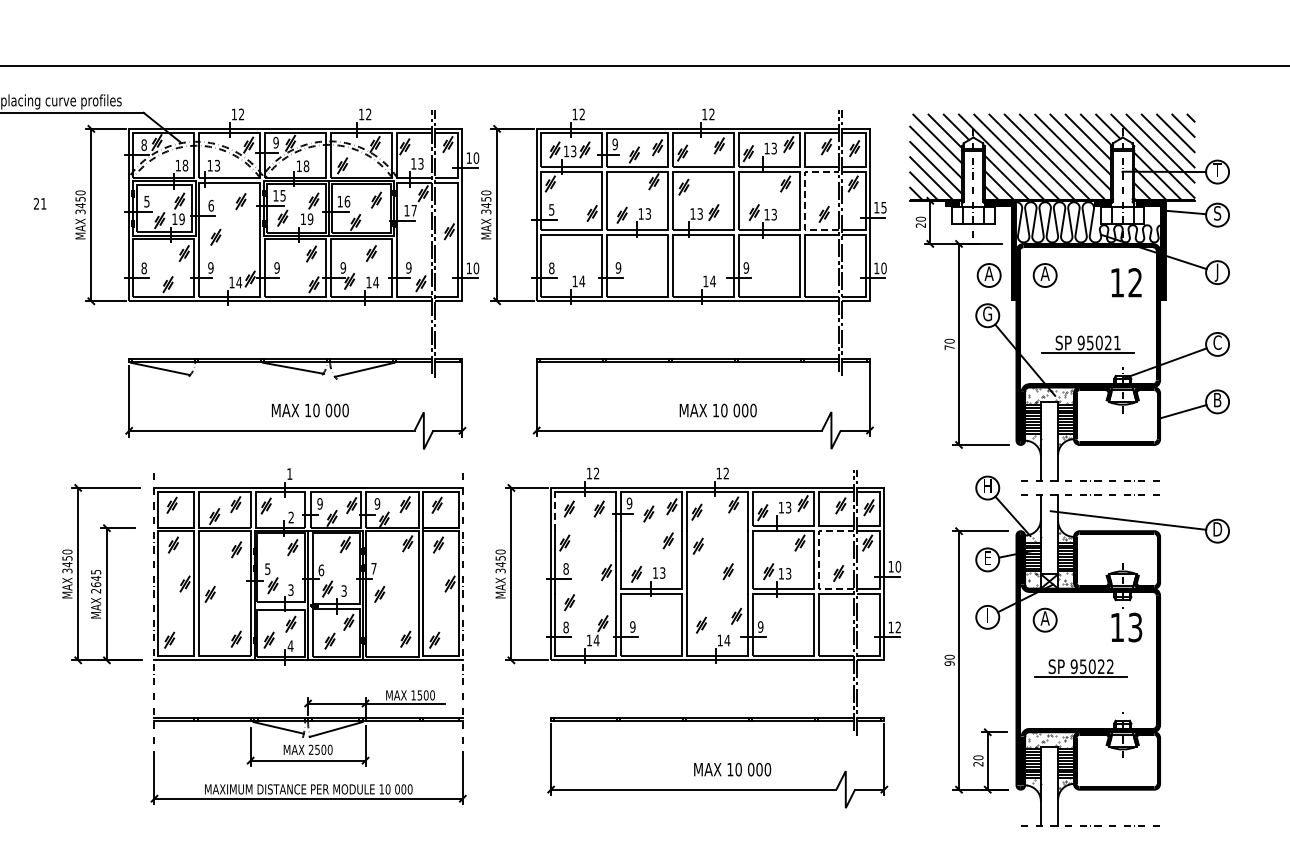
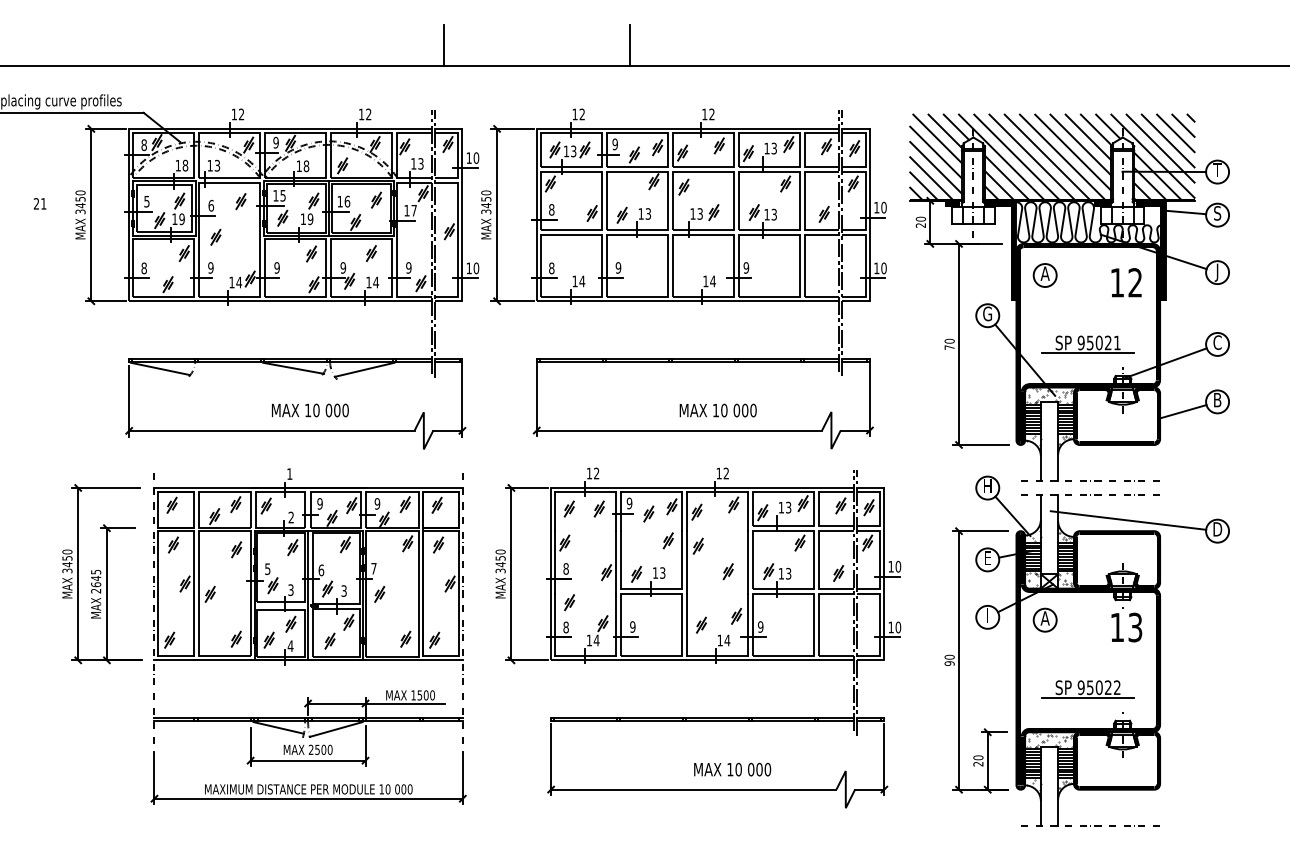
line at (443, 45): none -> present
line at (630, 45): none -> present
line at (805, 200): dashed -> solid
text at (883, 207): 15 -> 10
text at (551, 209): 5 -> 8
part at (988, 275): present -> none
line at (555, 510): dashed -> solid
line at (819, 559): dashed -> solid
text at (898, 627): 12 -> 10
part at (1080, 668) position: (1080, 668) -> (1087, 689)
